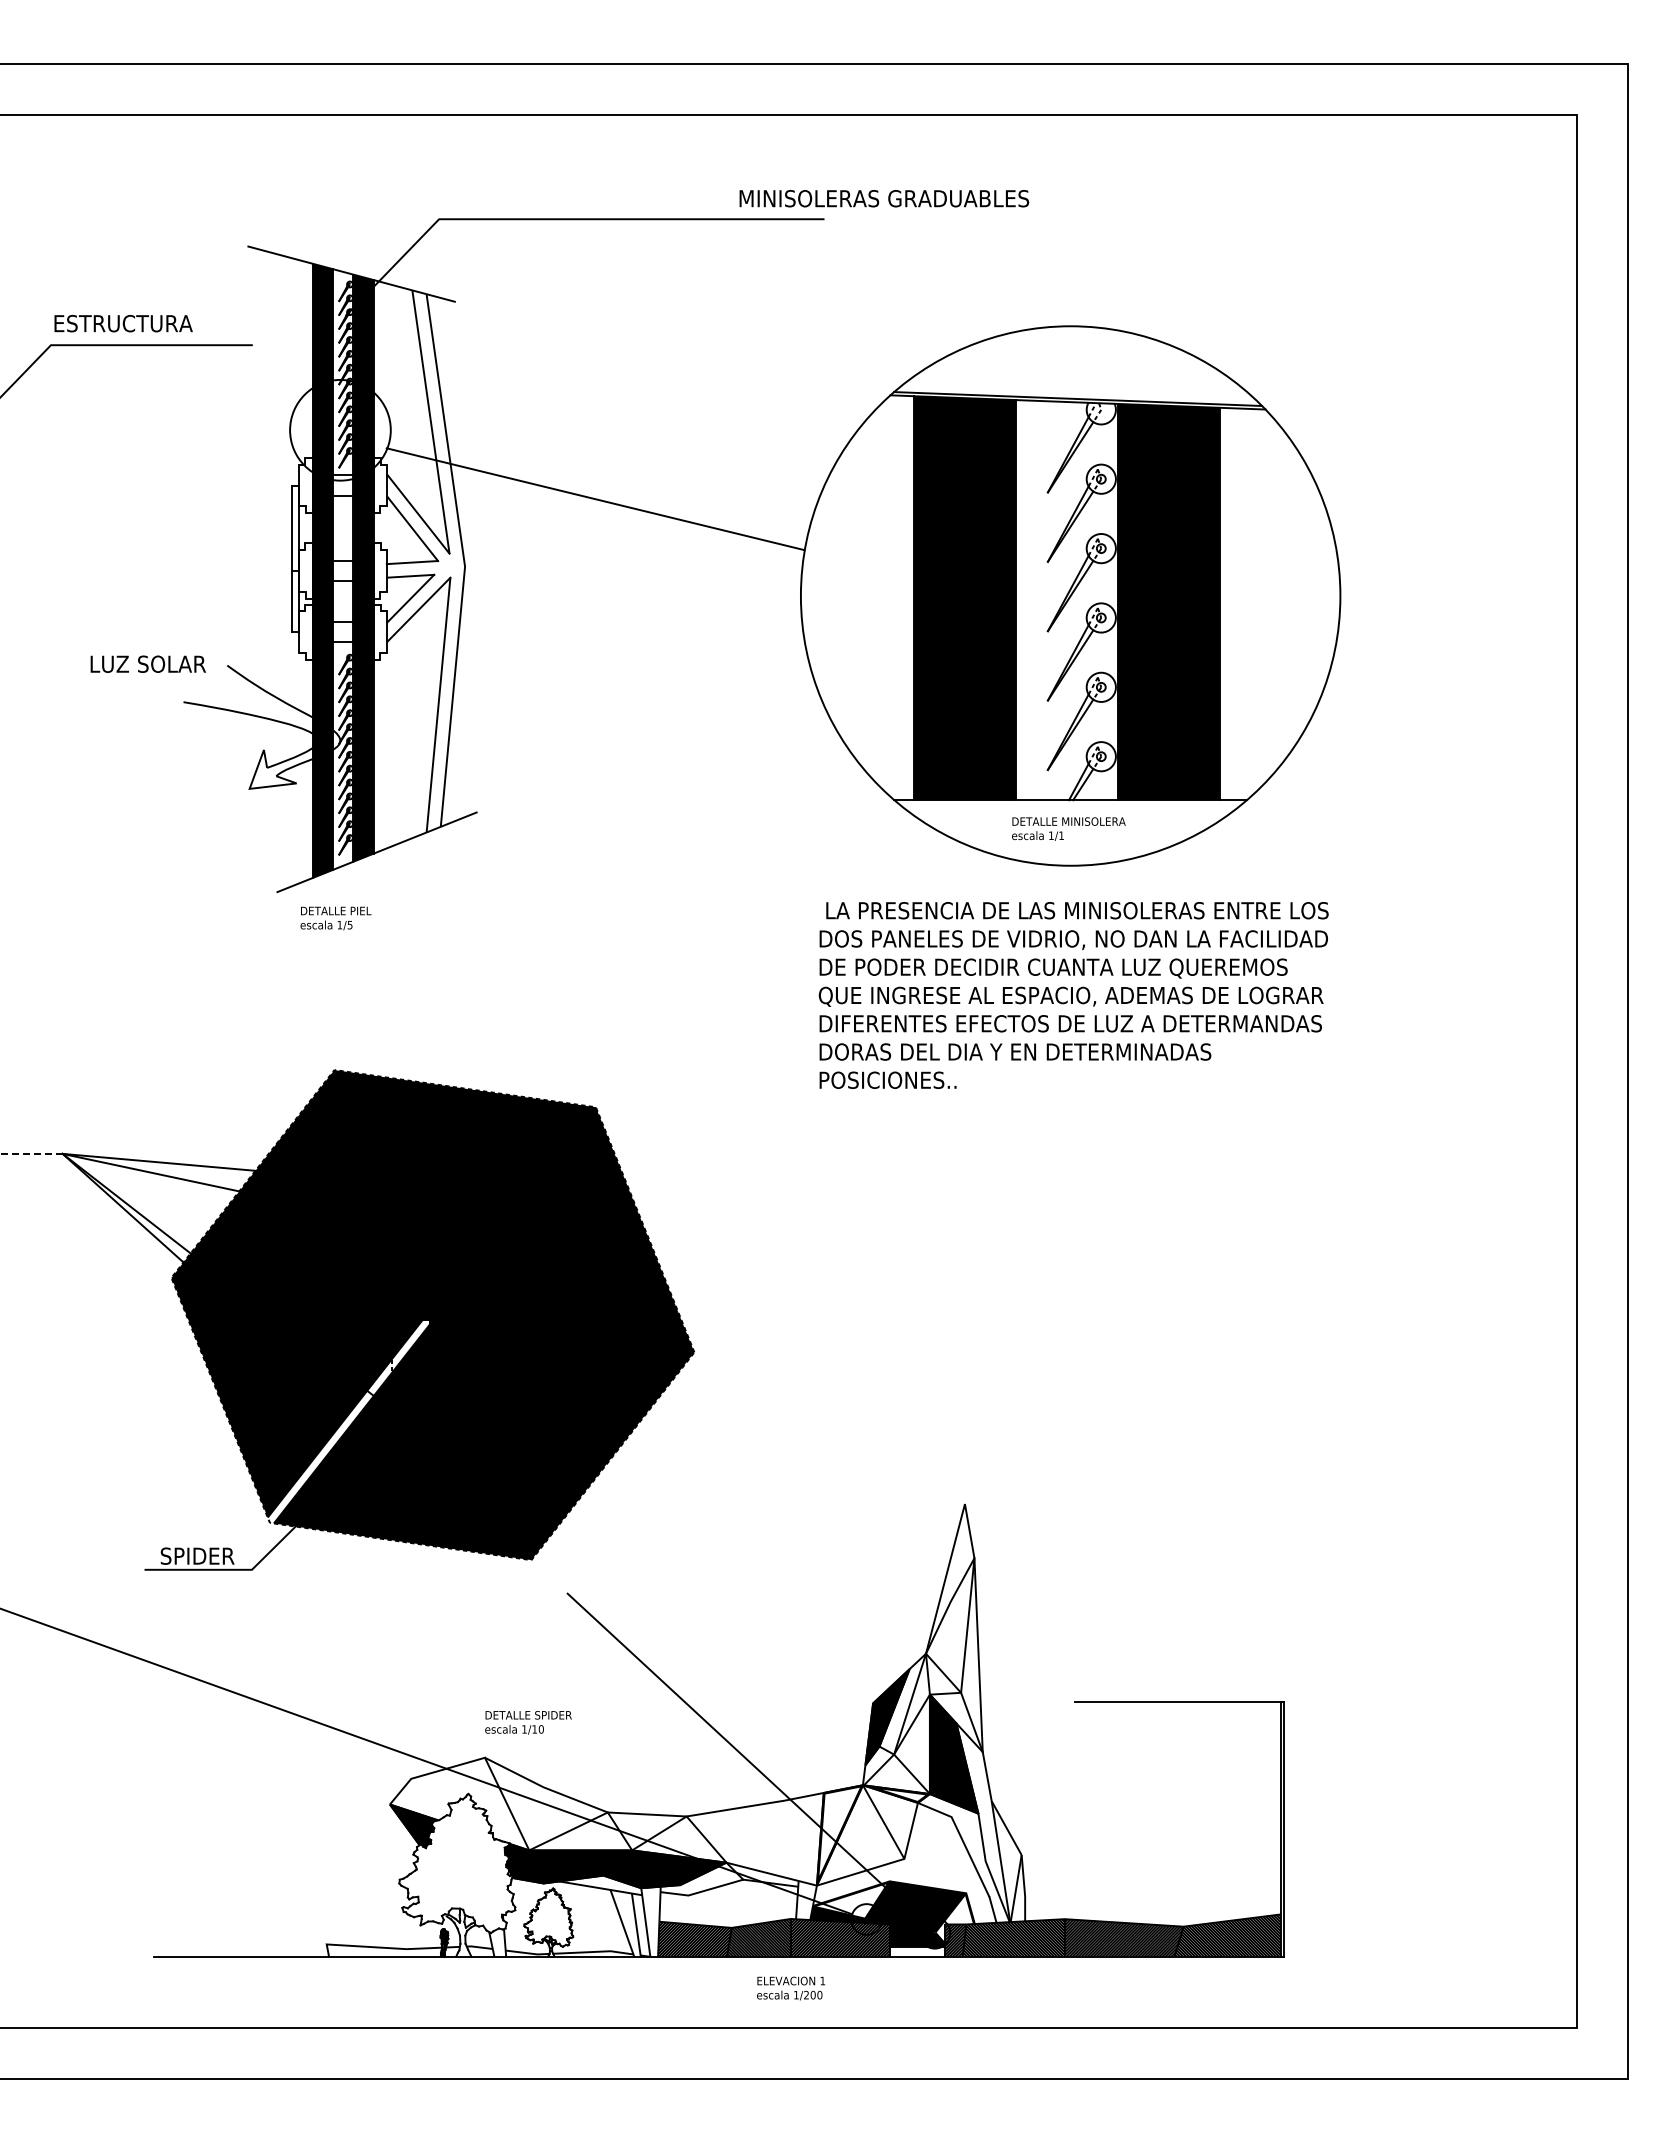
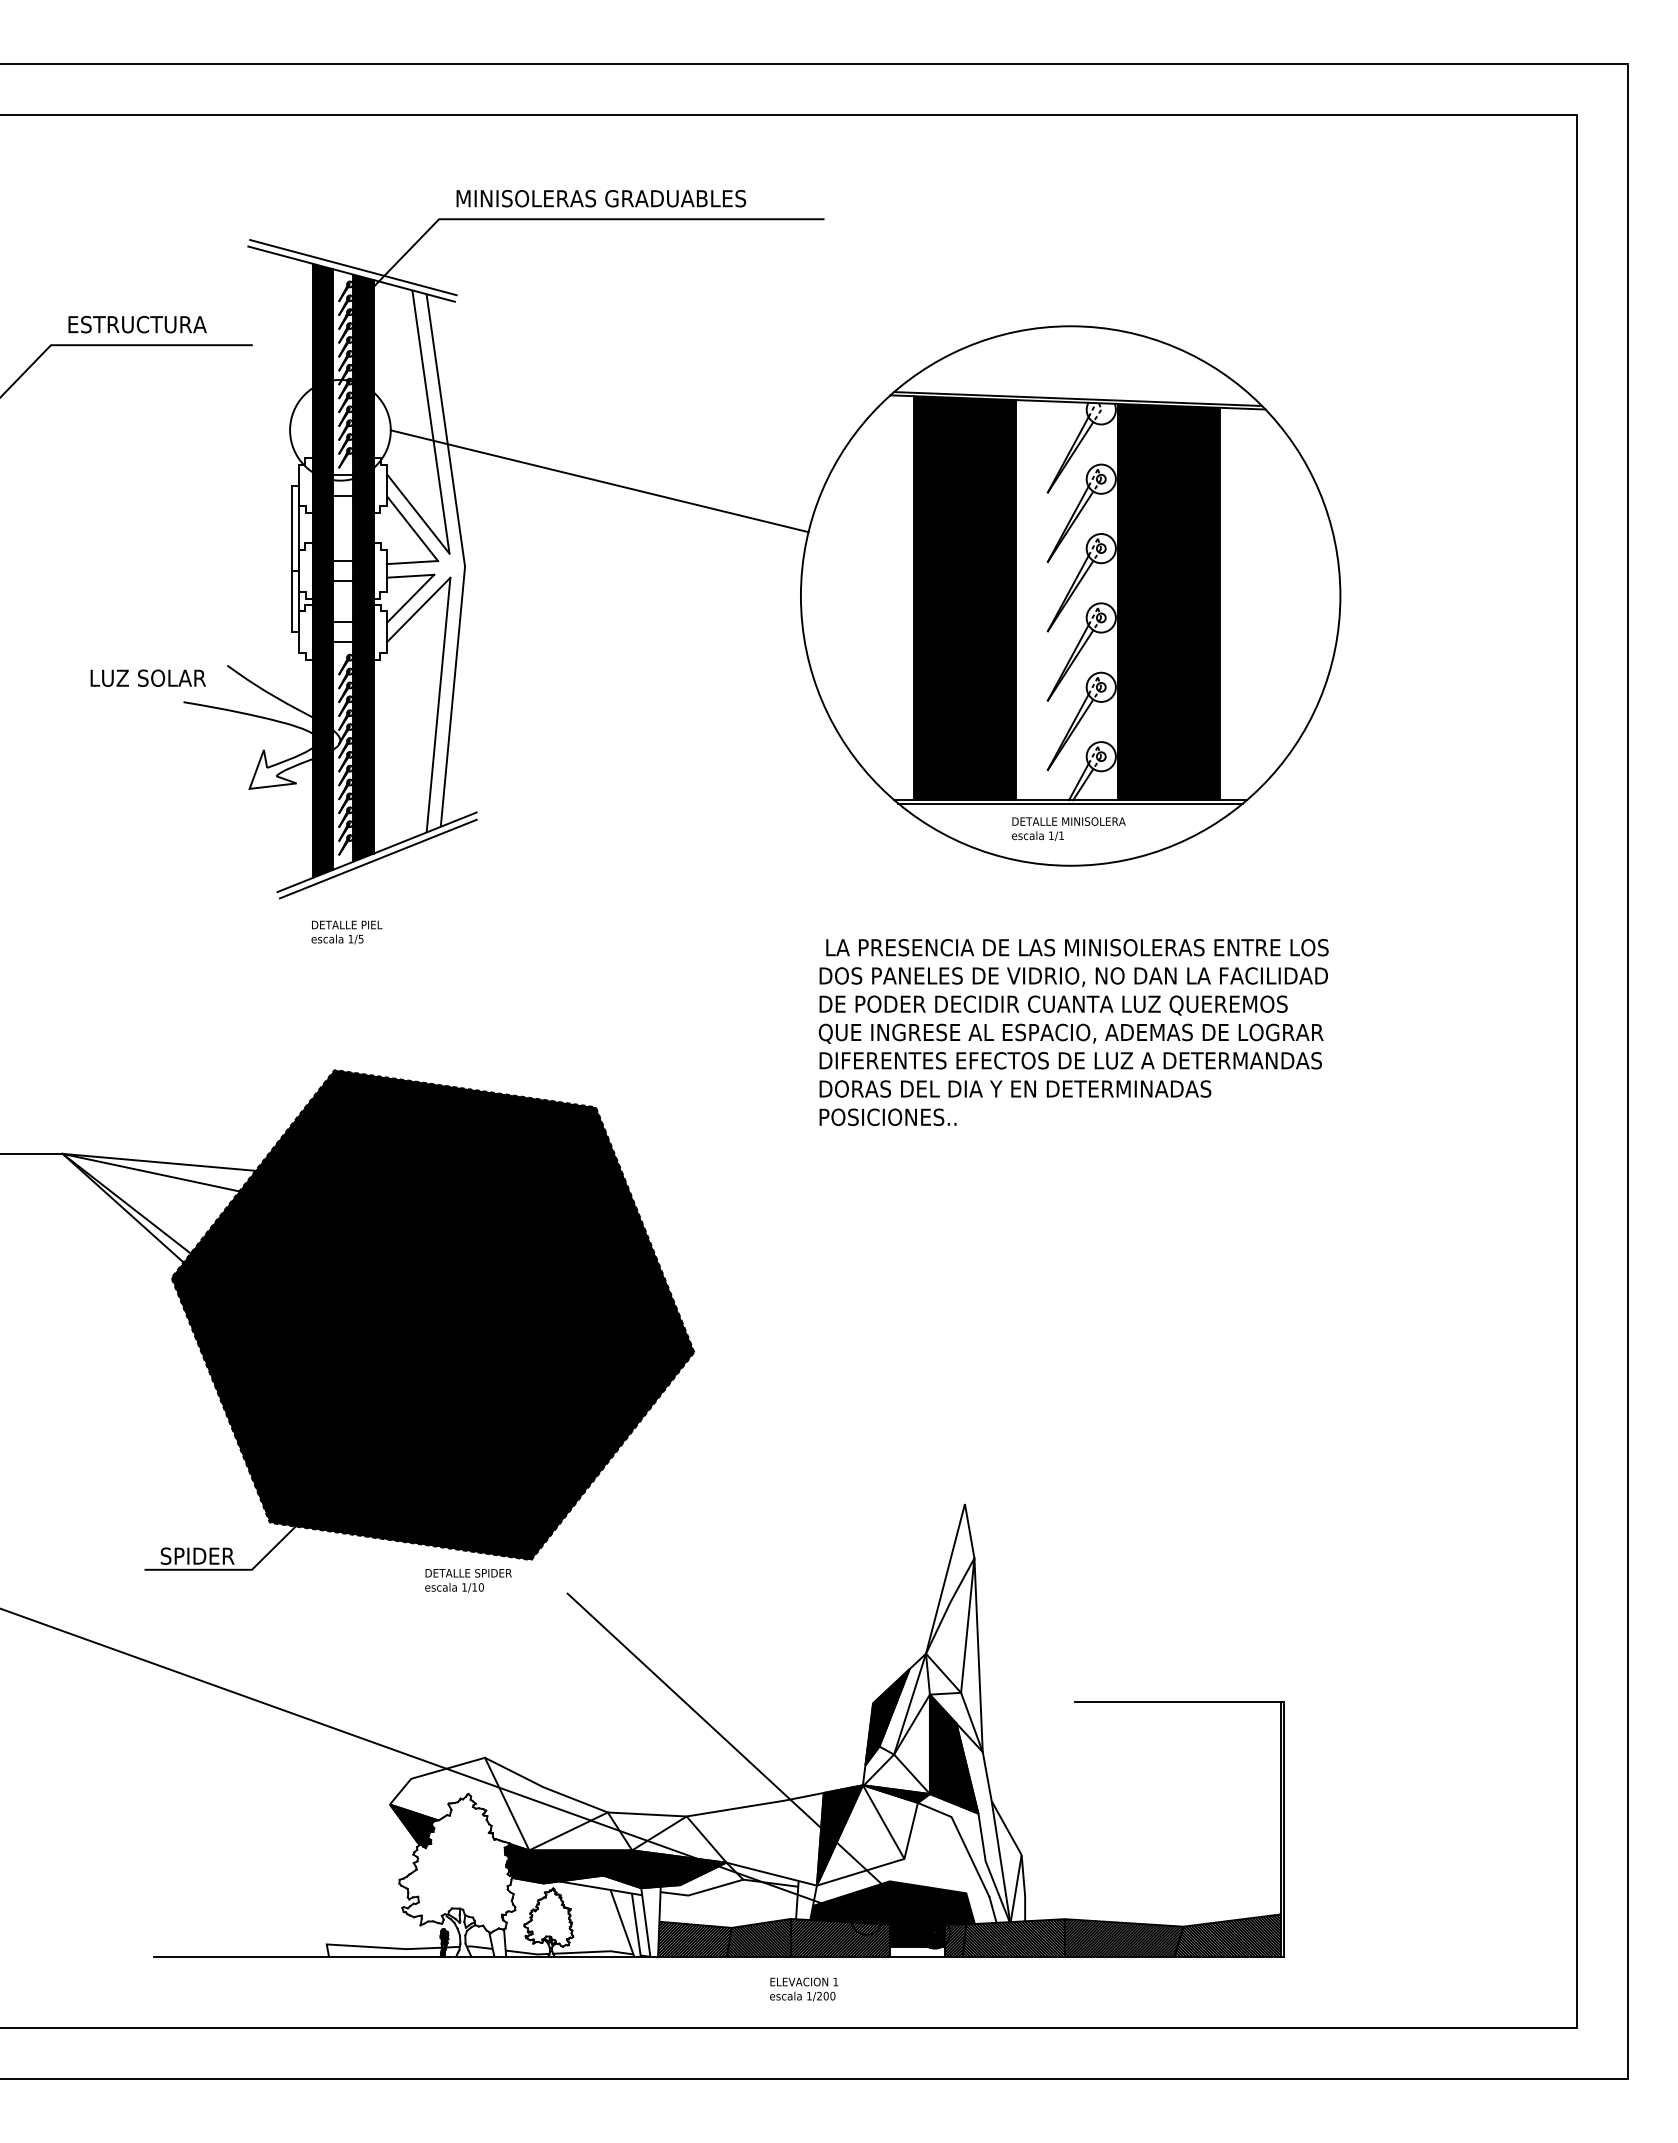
text at (884, 198) position: (884, 198) -> (601, 198)
line at (353, 267): none -> present
text at (123, 323) position: (123, 323) -> (137, 324)
line at (595, 499) position: (595, 499) -> (599, 481)
text at (147, 663) position: (147, 663) -> (147, 677)
line at (1070, 803): none -> present
line at (377, 858): none -> present
text at (335, 918) position: (335, 918) -> (346, 932)
text at (1073, 995) position: (1073, 995) -> (1073, 1032)
line at (31, 1153): dashed -> solid
fill at (432, 1315): none -> present
text at (528, 1722) position: (528, 1722) -> (468, 1580)
fill at (899, 1794): none -> present
fill at (839, 1833): none -> present
fill at (850, 1900): none -> present
fill at (954, 1918): none -> present
text at (791, 1988) position: (791, 1988) -> (804, 1989)
